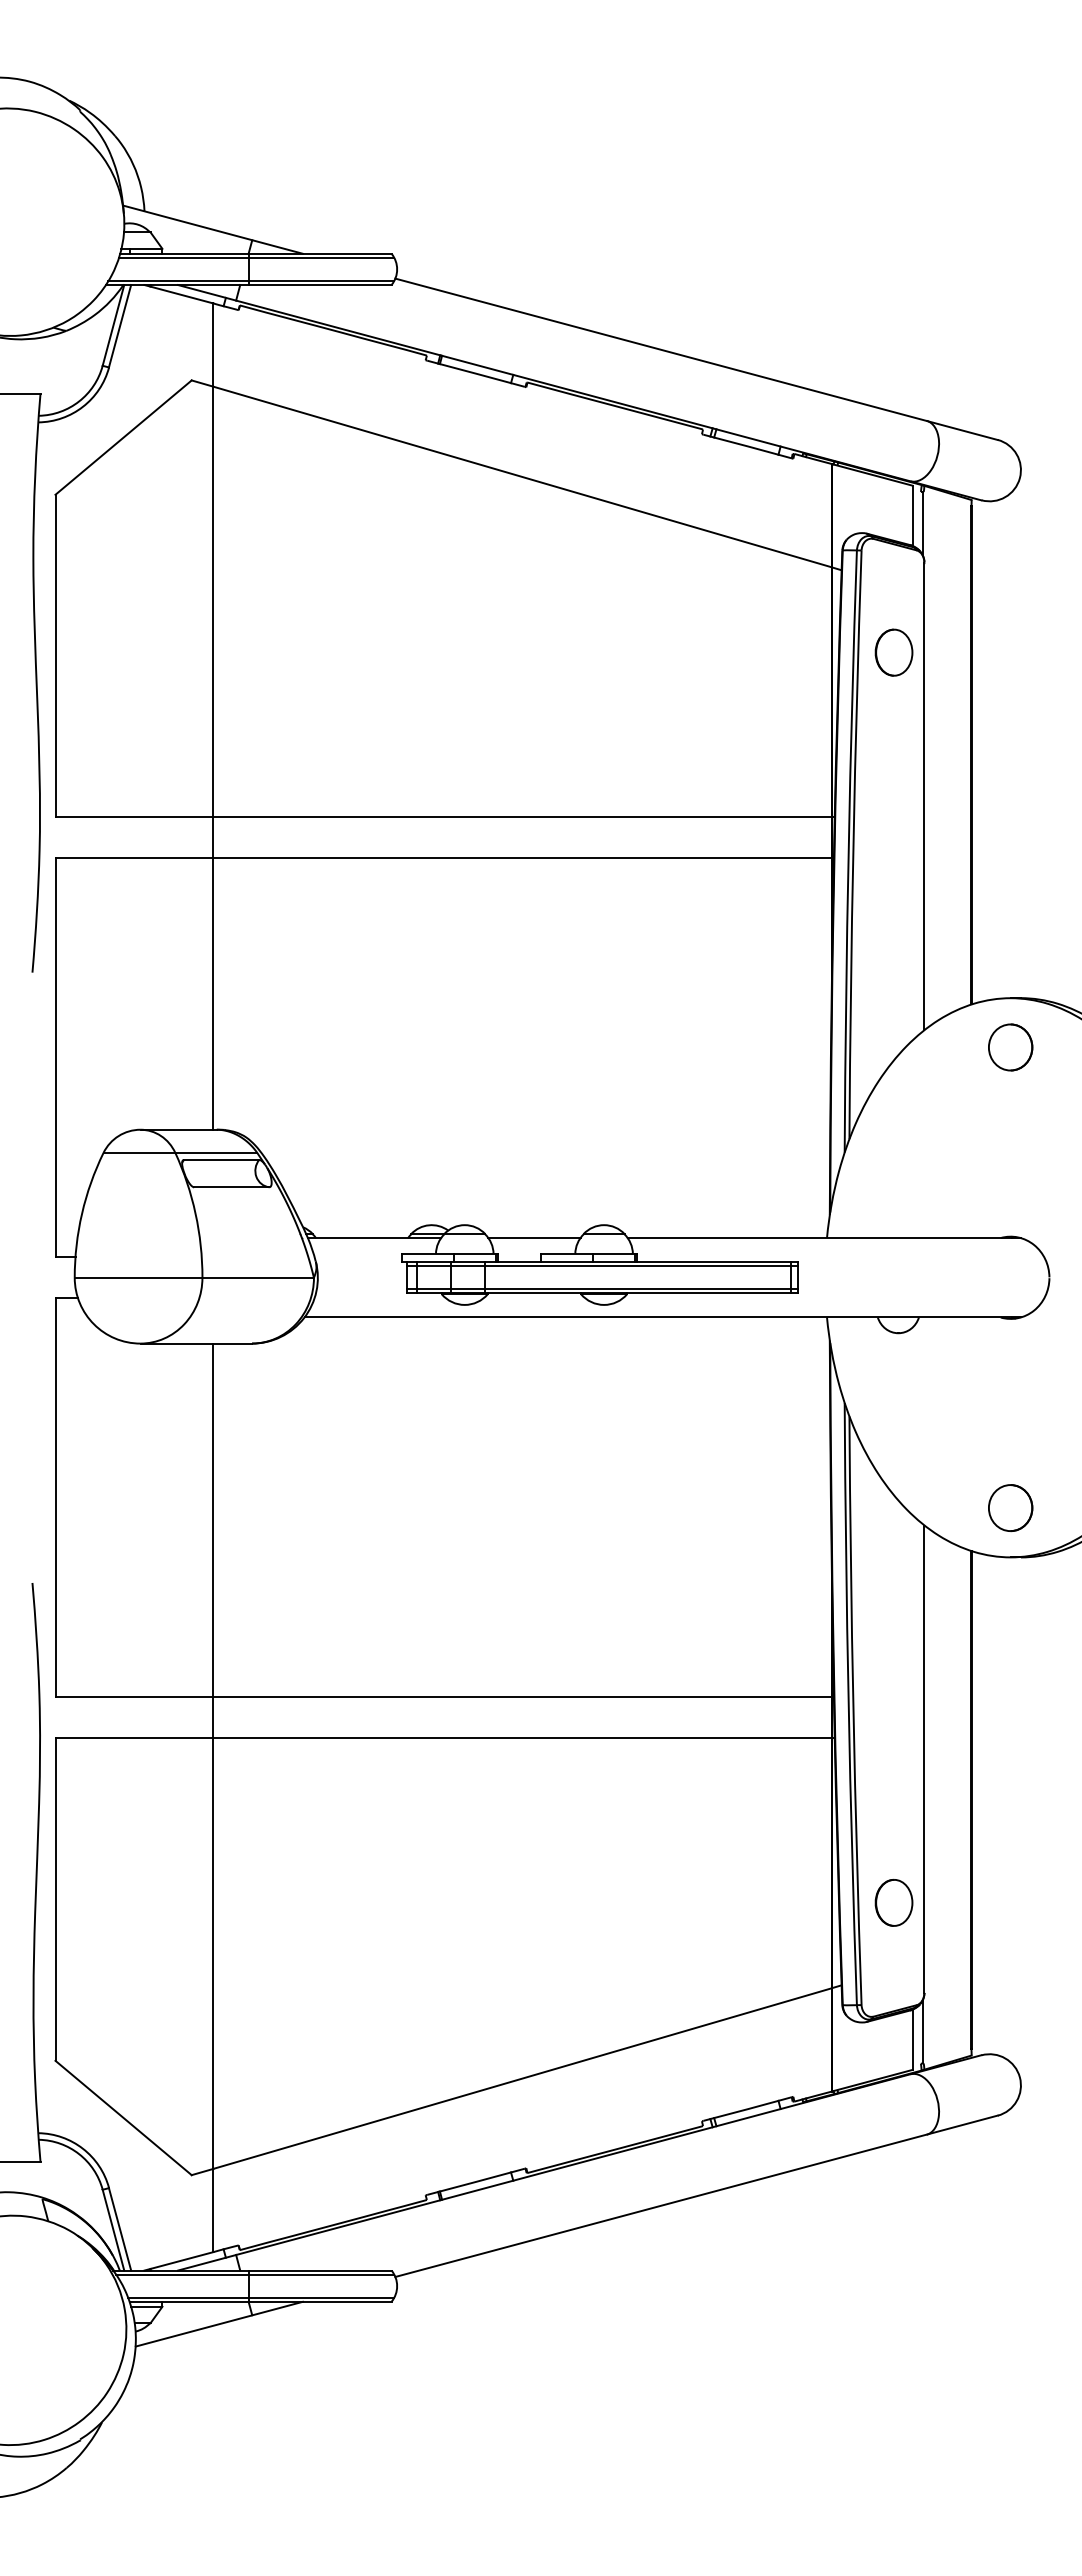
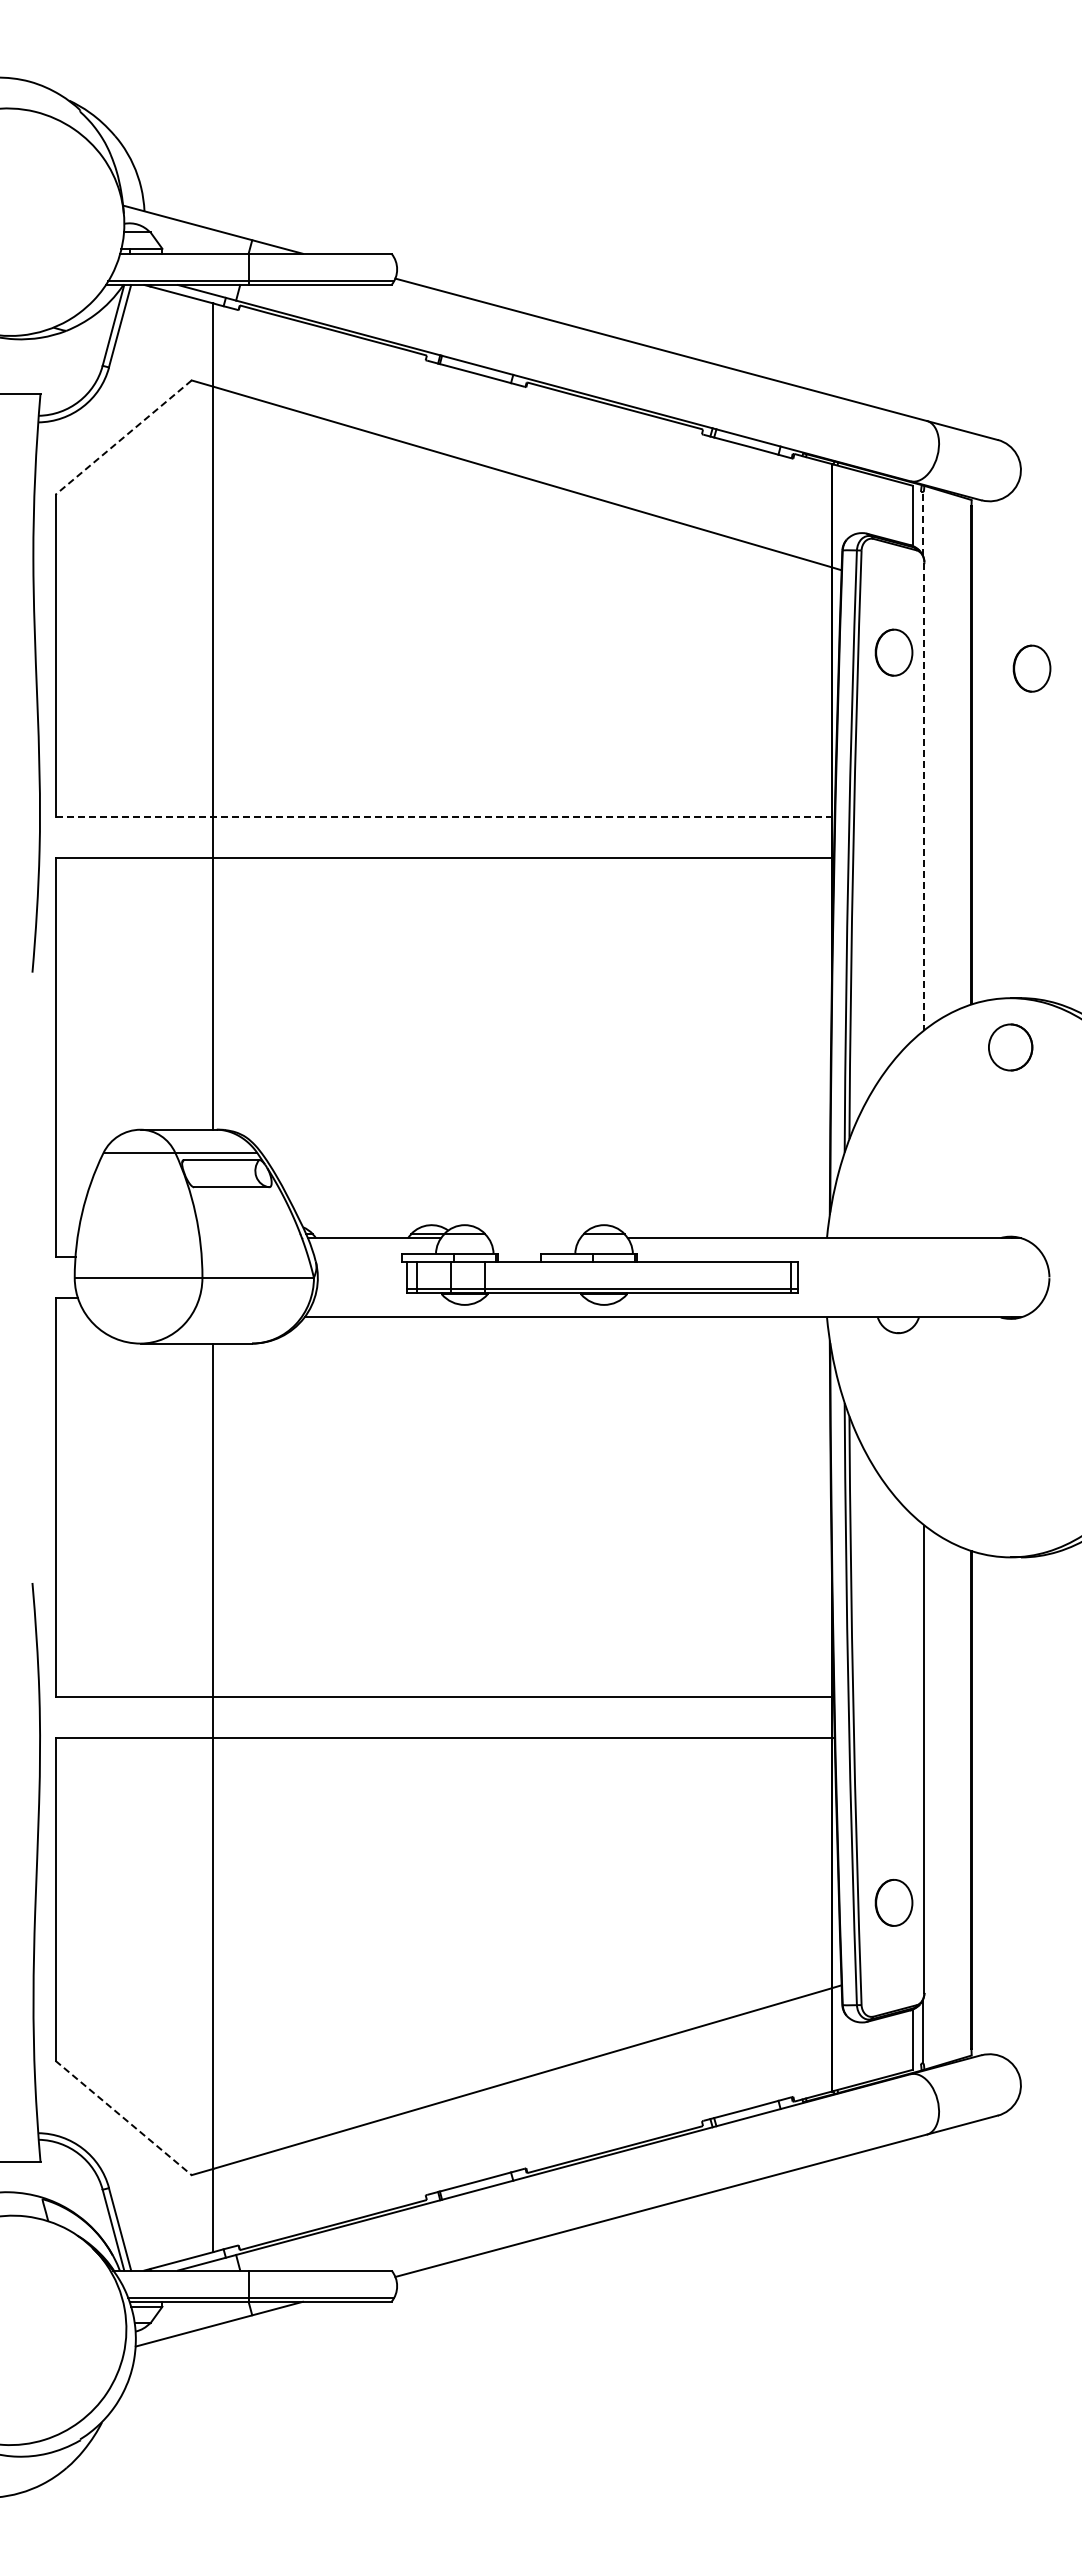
line at (256, 257): present -> none
line at (123, 437): solid -> dashed
line at (923, 523): solid -> dashed
part at (1031, 668): none -> present
line at (924, 796): solid -> dashed
line at (445, 817): solid -> dashed
line at (534, 1237): present -> none
line at (601, 1266): present -> none
part at (1010, 1508): present -> none
line at (123, 2117): solid -> dashed
line at (255, 2274): present -> none
